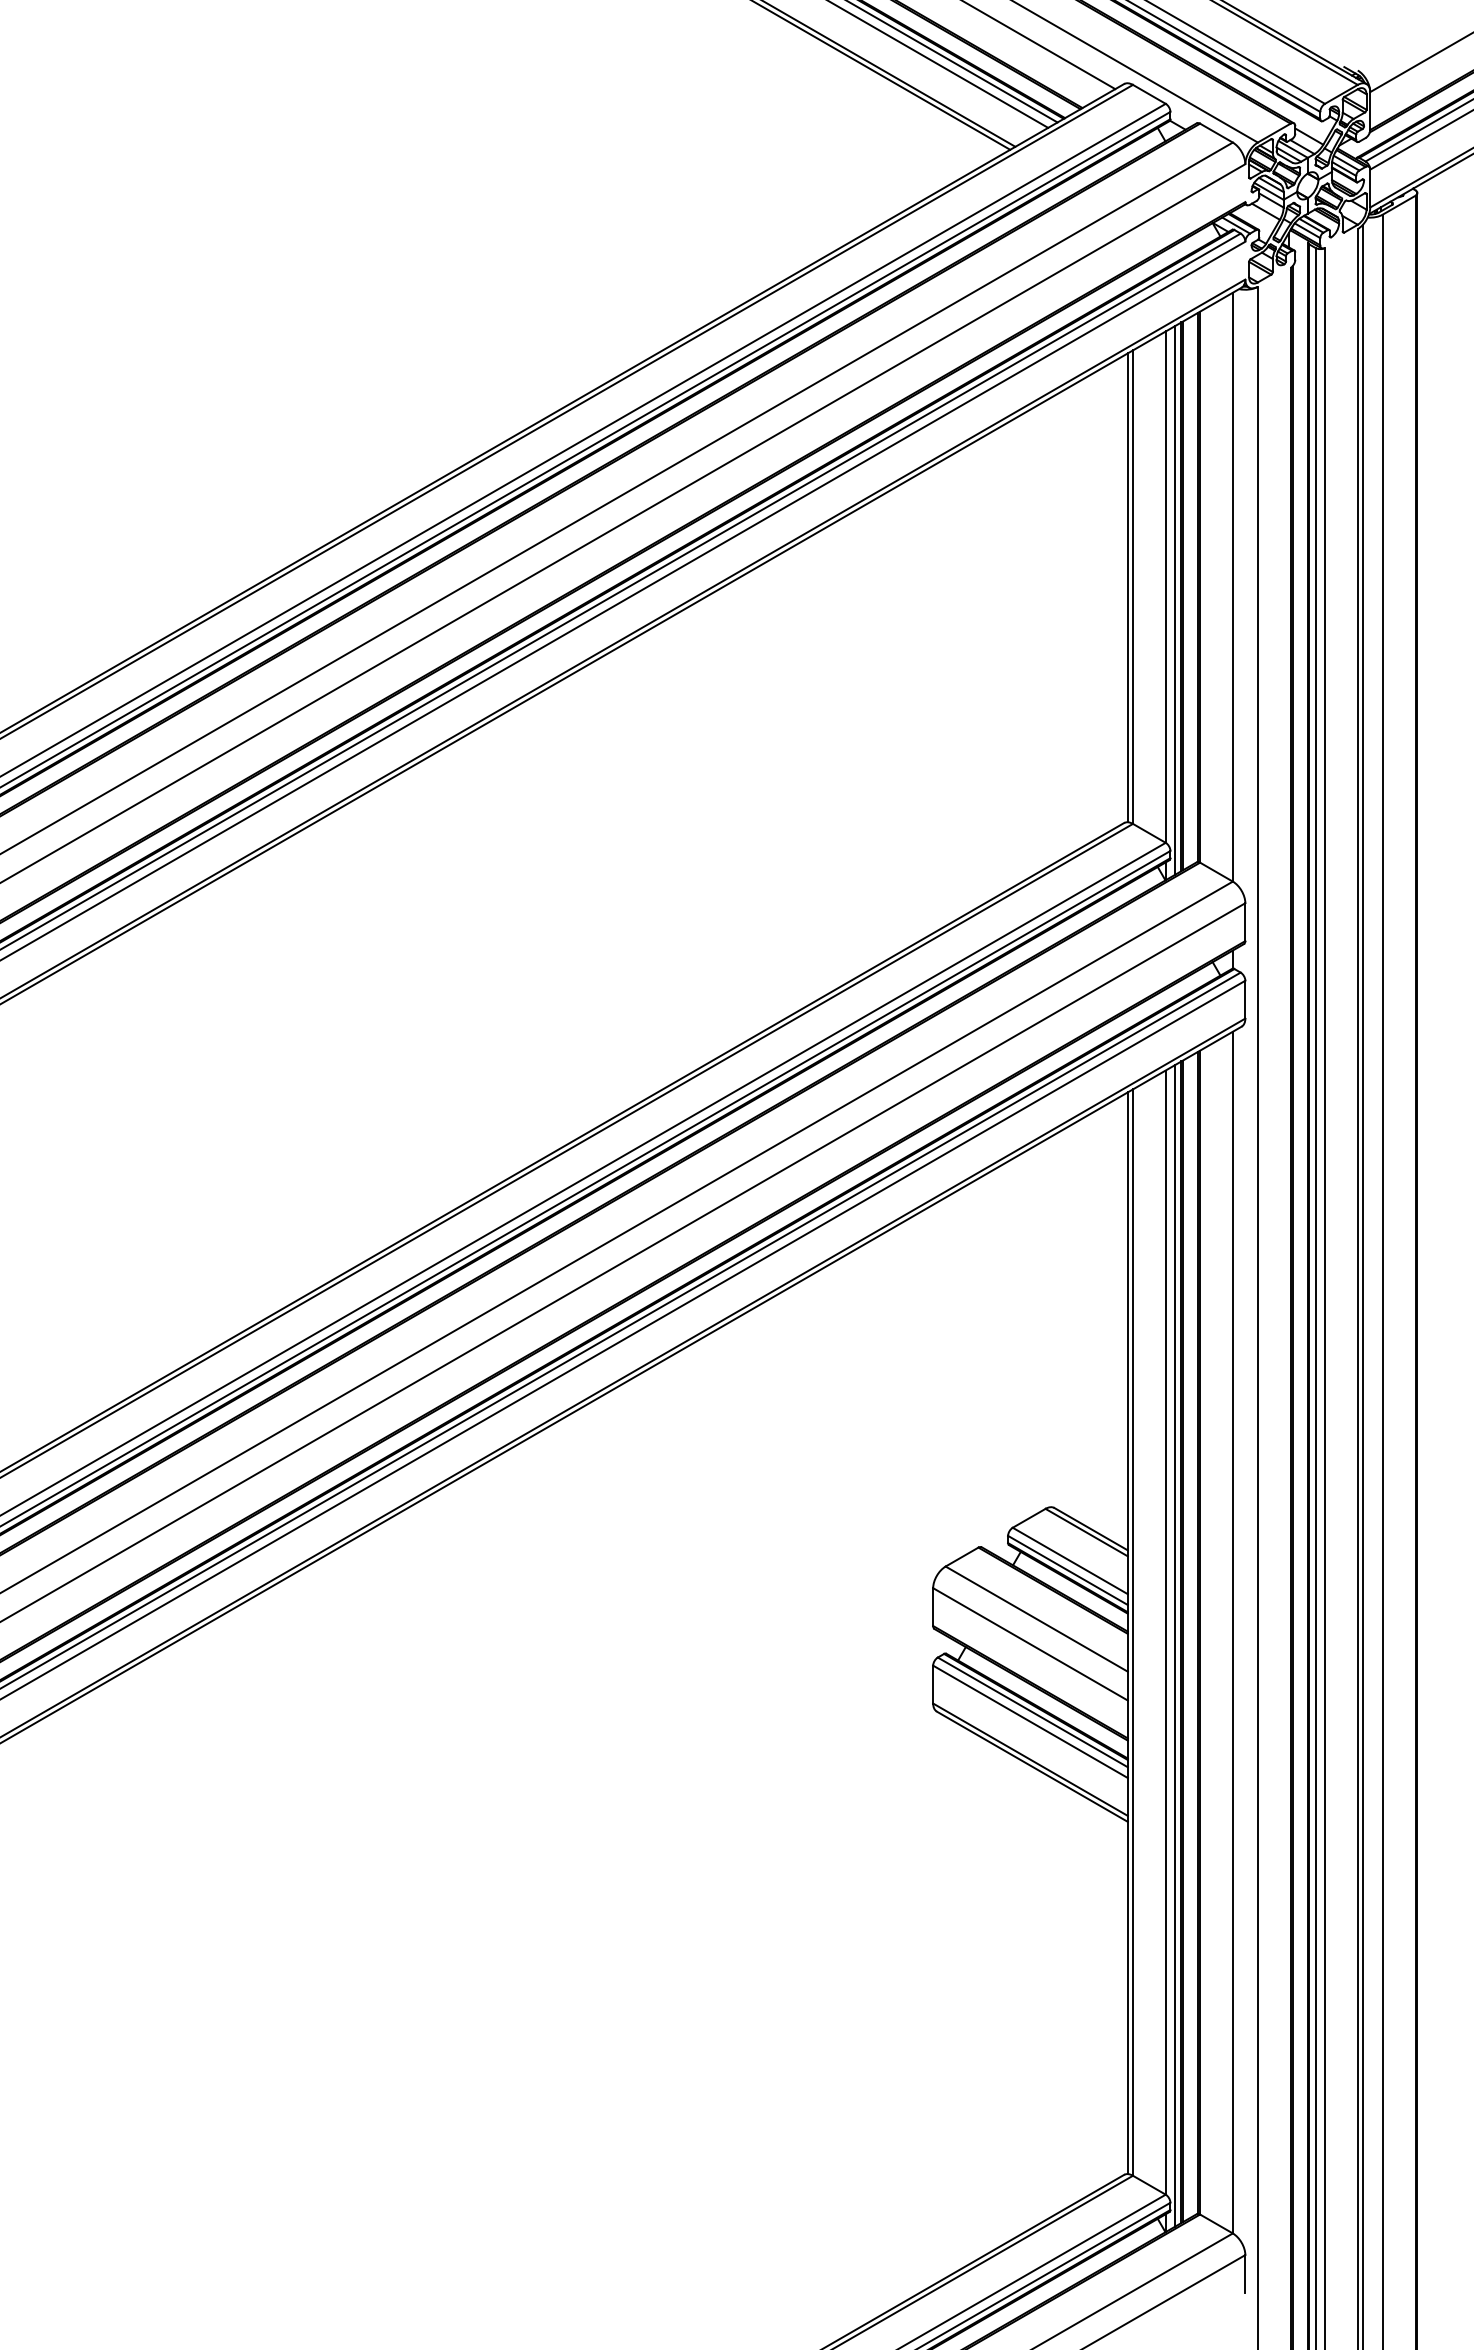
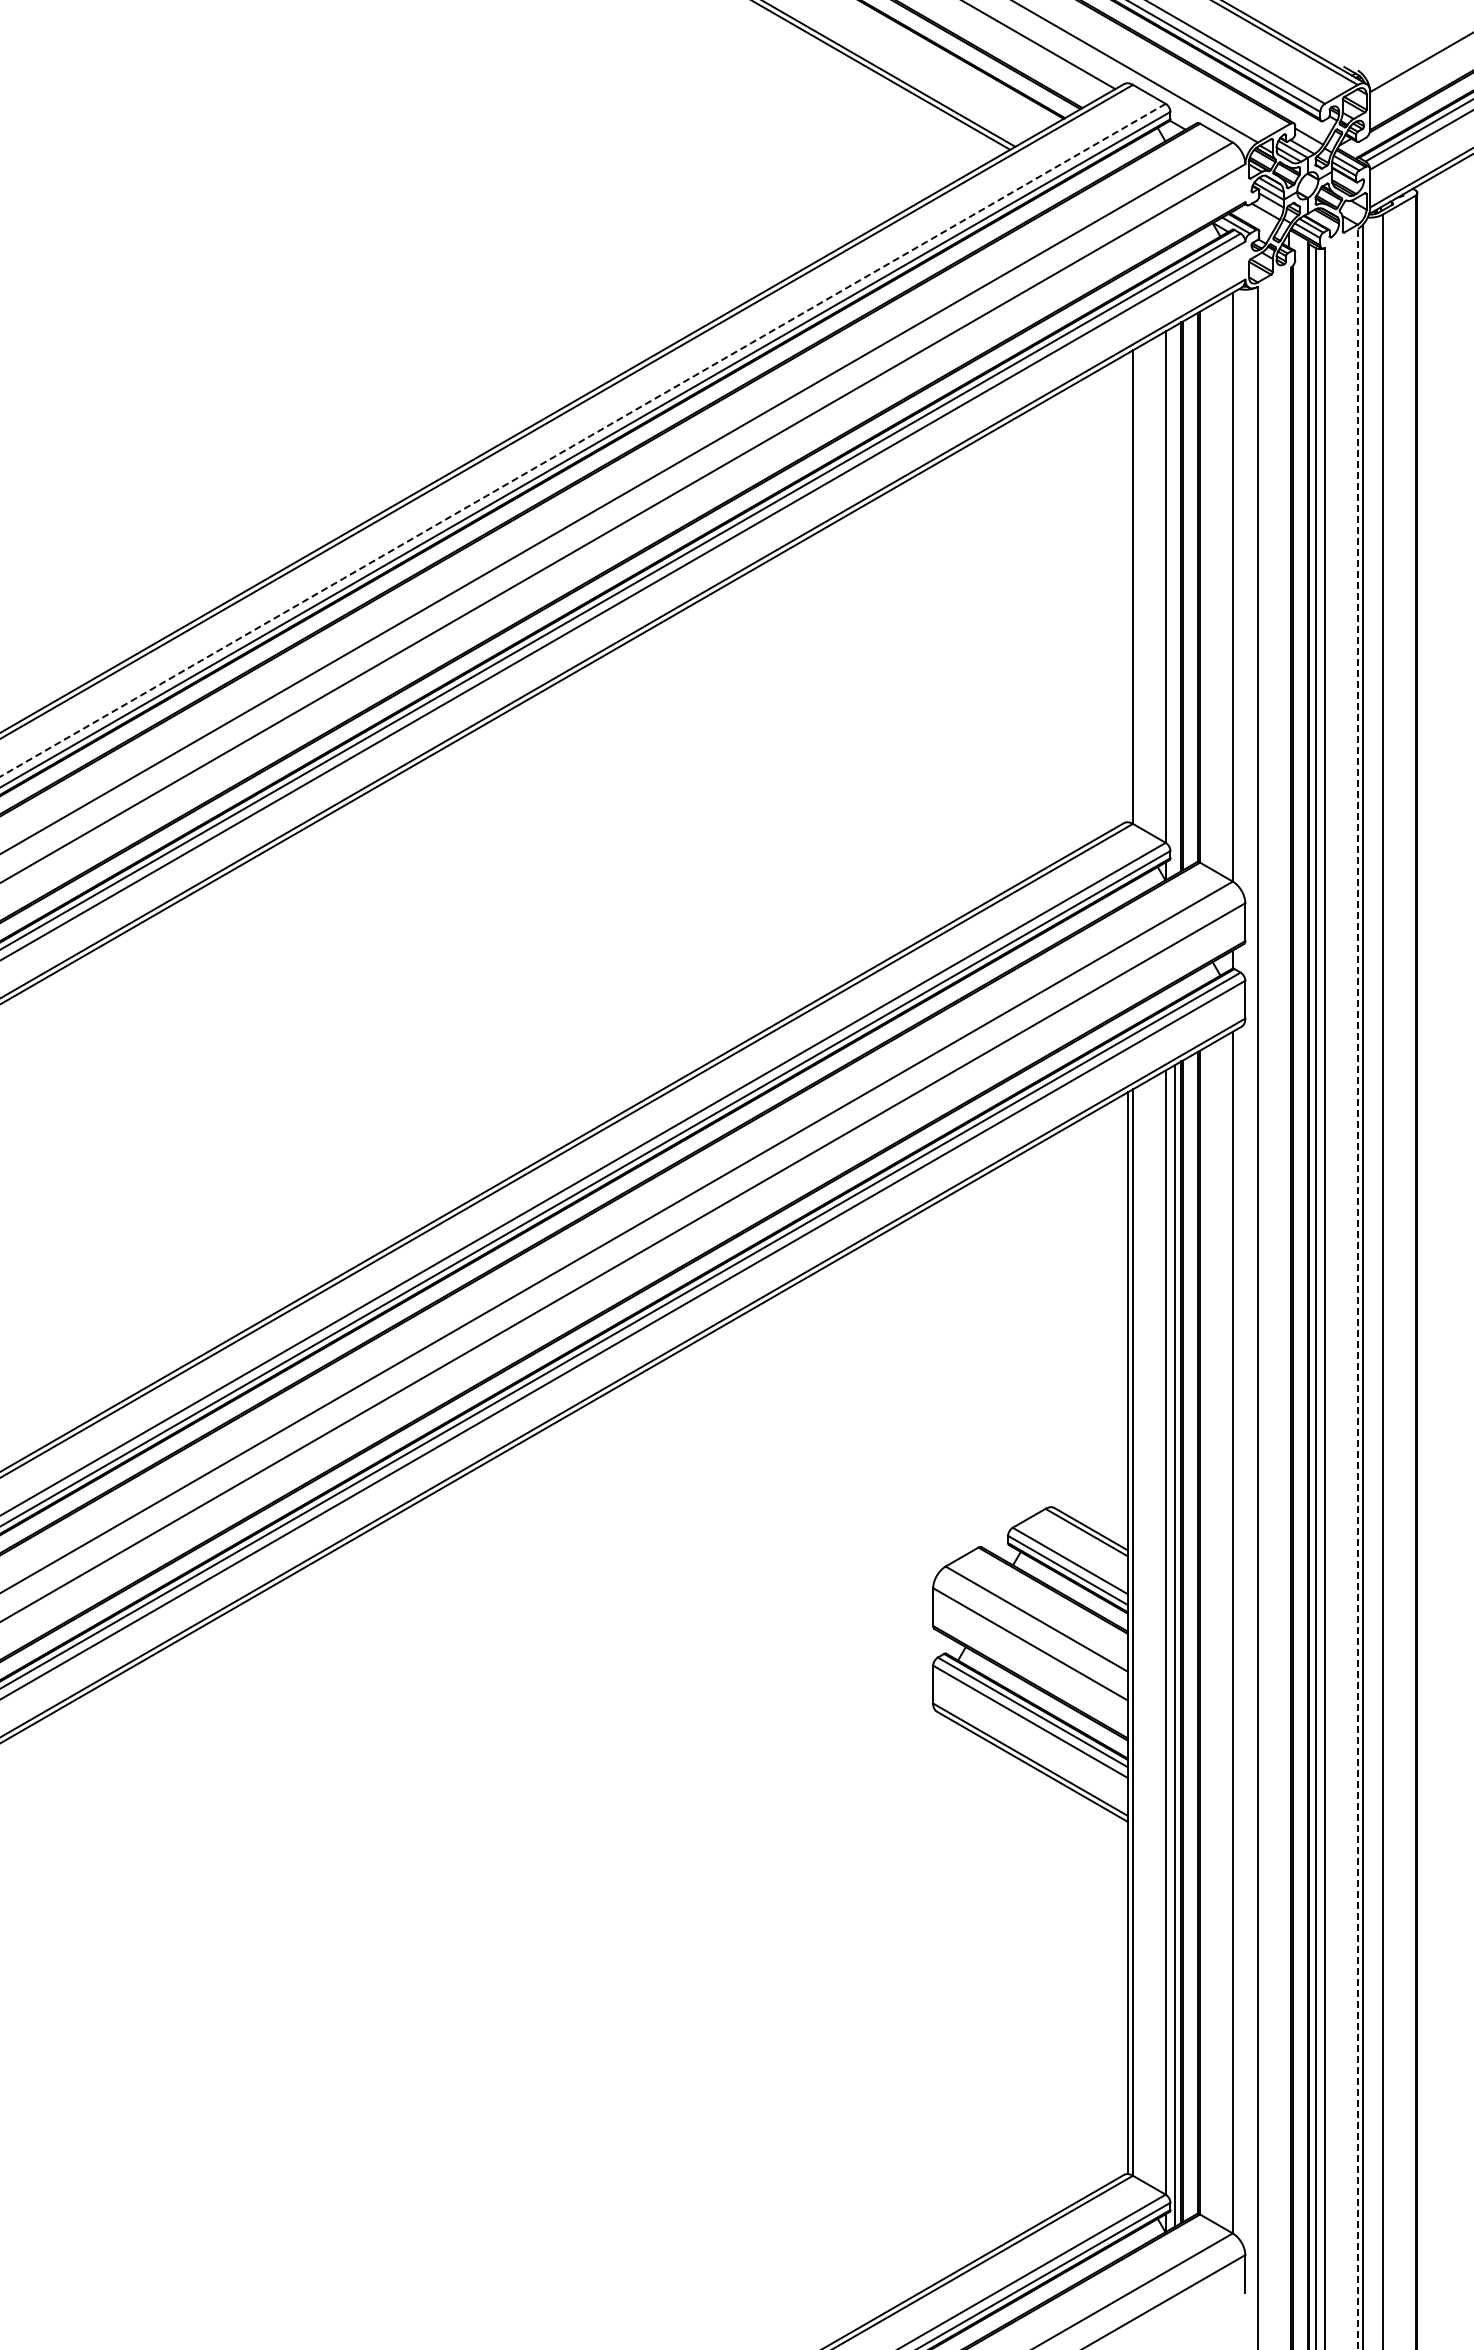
line at (953, 62): present -> none
line at (939, 64): present -> none
line at (582, 440): solid -> dashed
line at (1127, 587): present -> none
line at (1175, 600): present -> none
line at (1357, 1288): solid -> dashed
